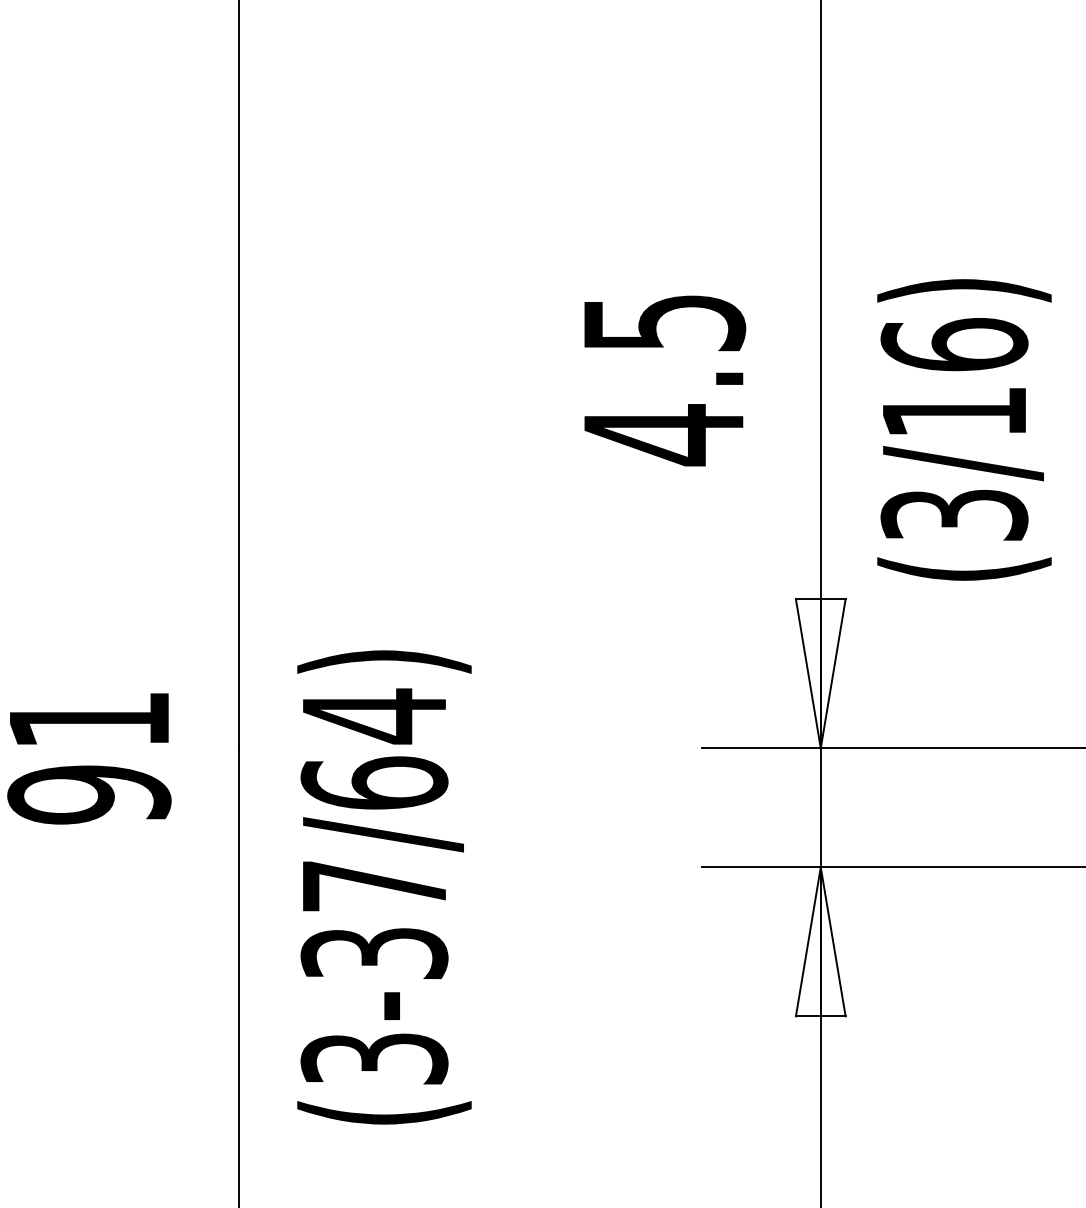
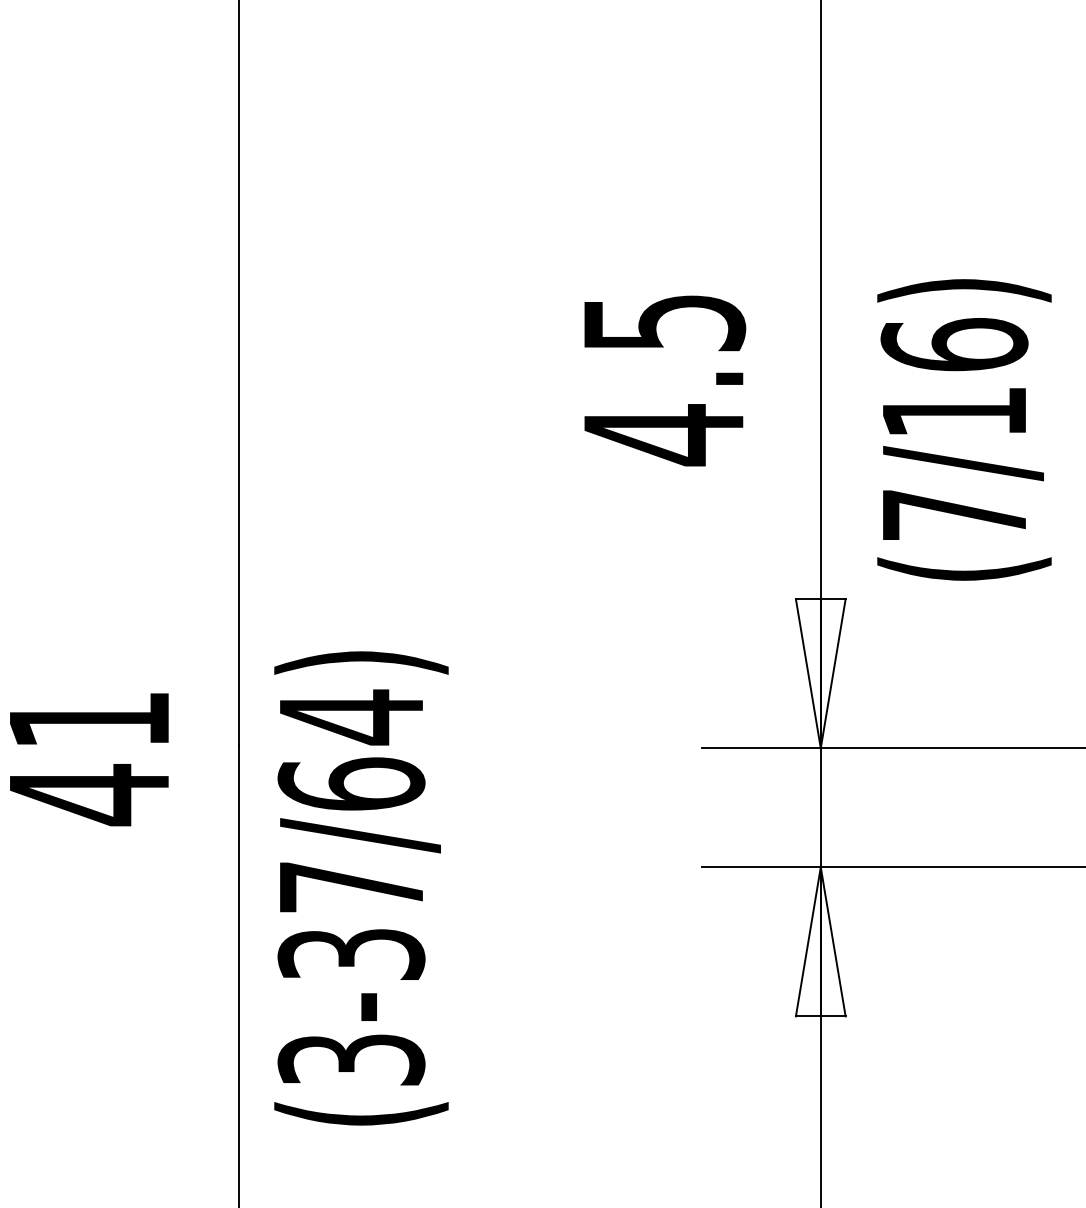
text at (954, 514): (3/16) -> (7/16)
text at (89, 795): 91 -> 41
text at (384, 887) position: (384, 887) -> (361, 888)
